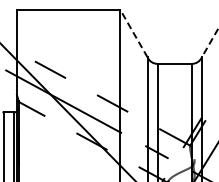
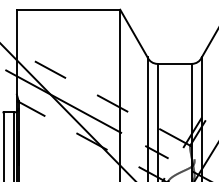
line at (133, 33): dashed -> solid
line at (210, 42): dashed -> solid
